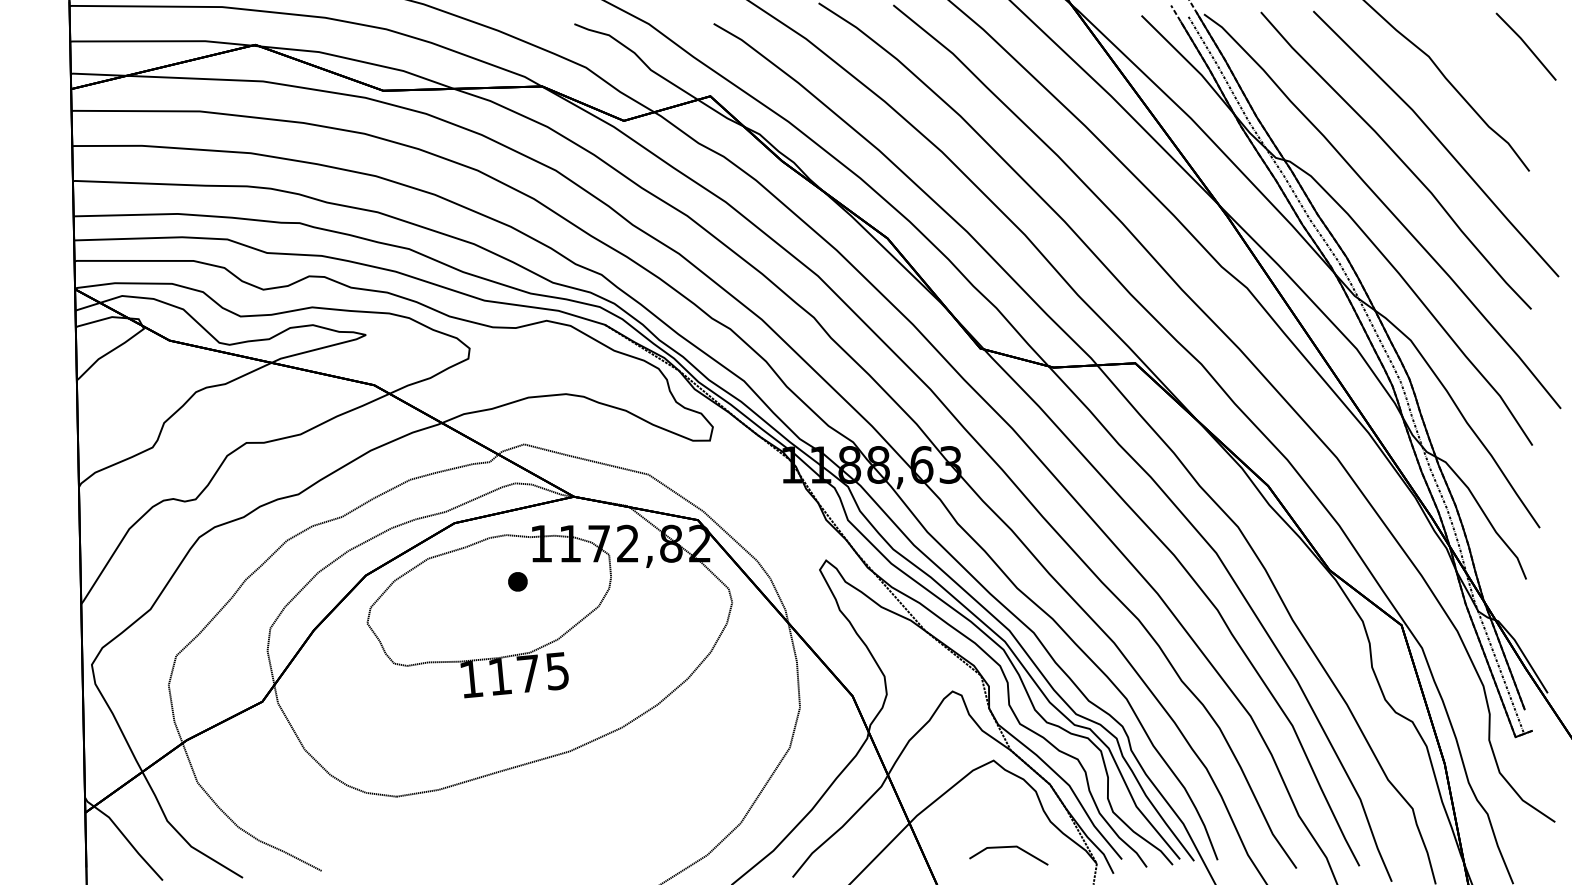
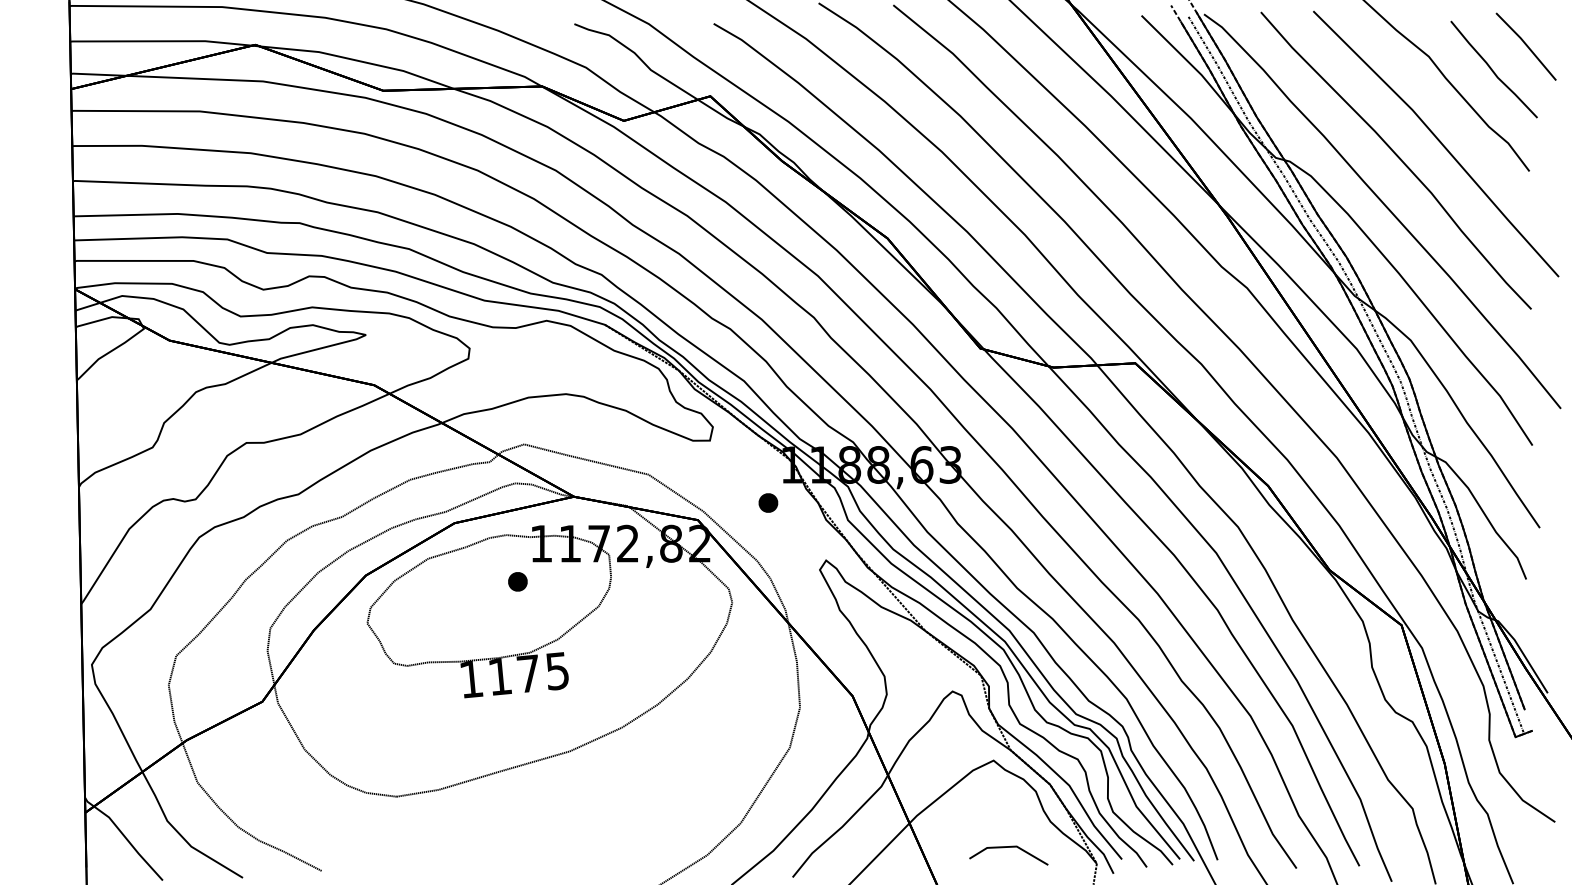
curve at (1492, 69): none -> present
part at (768, 502): none -> present
